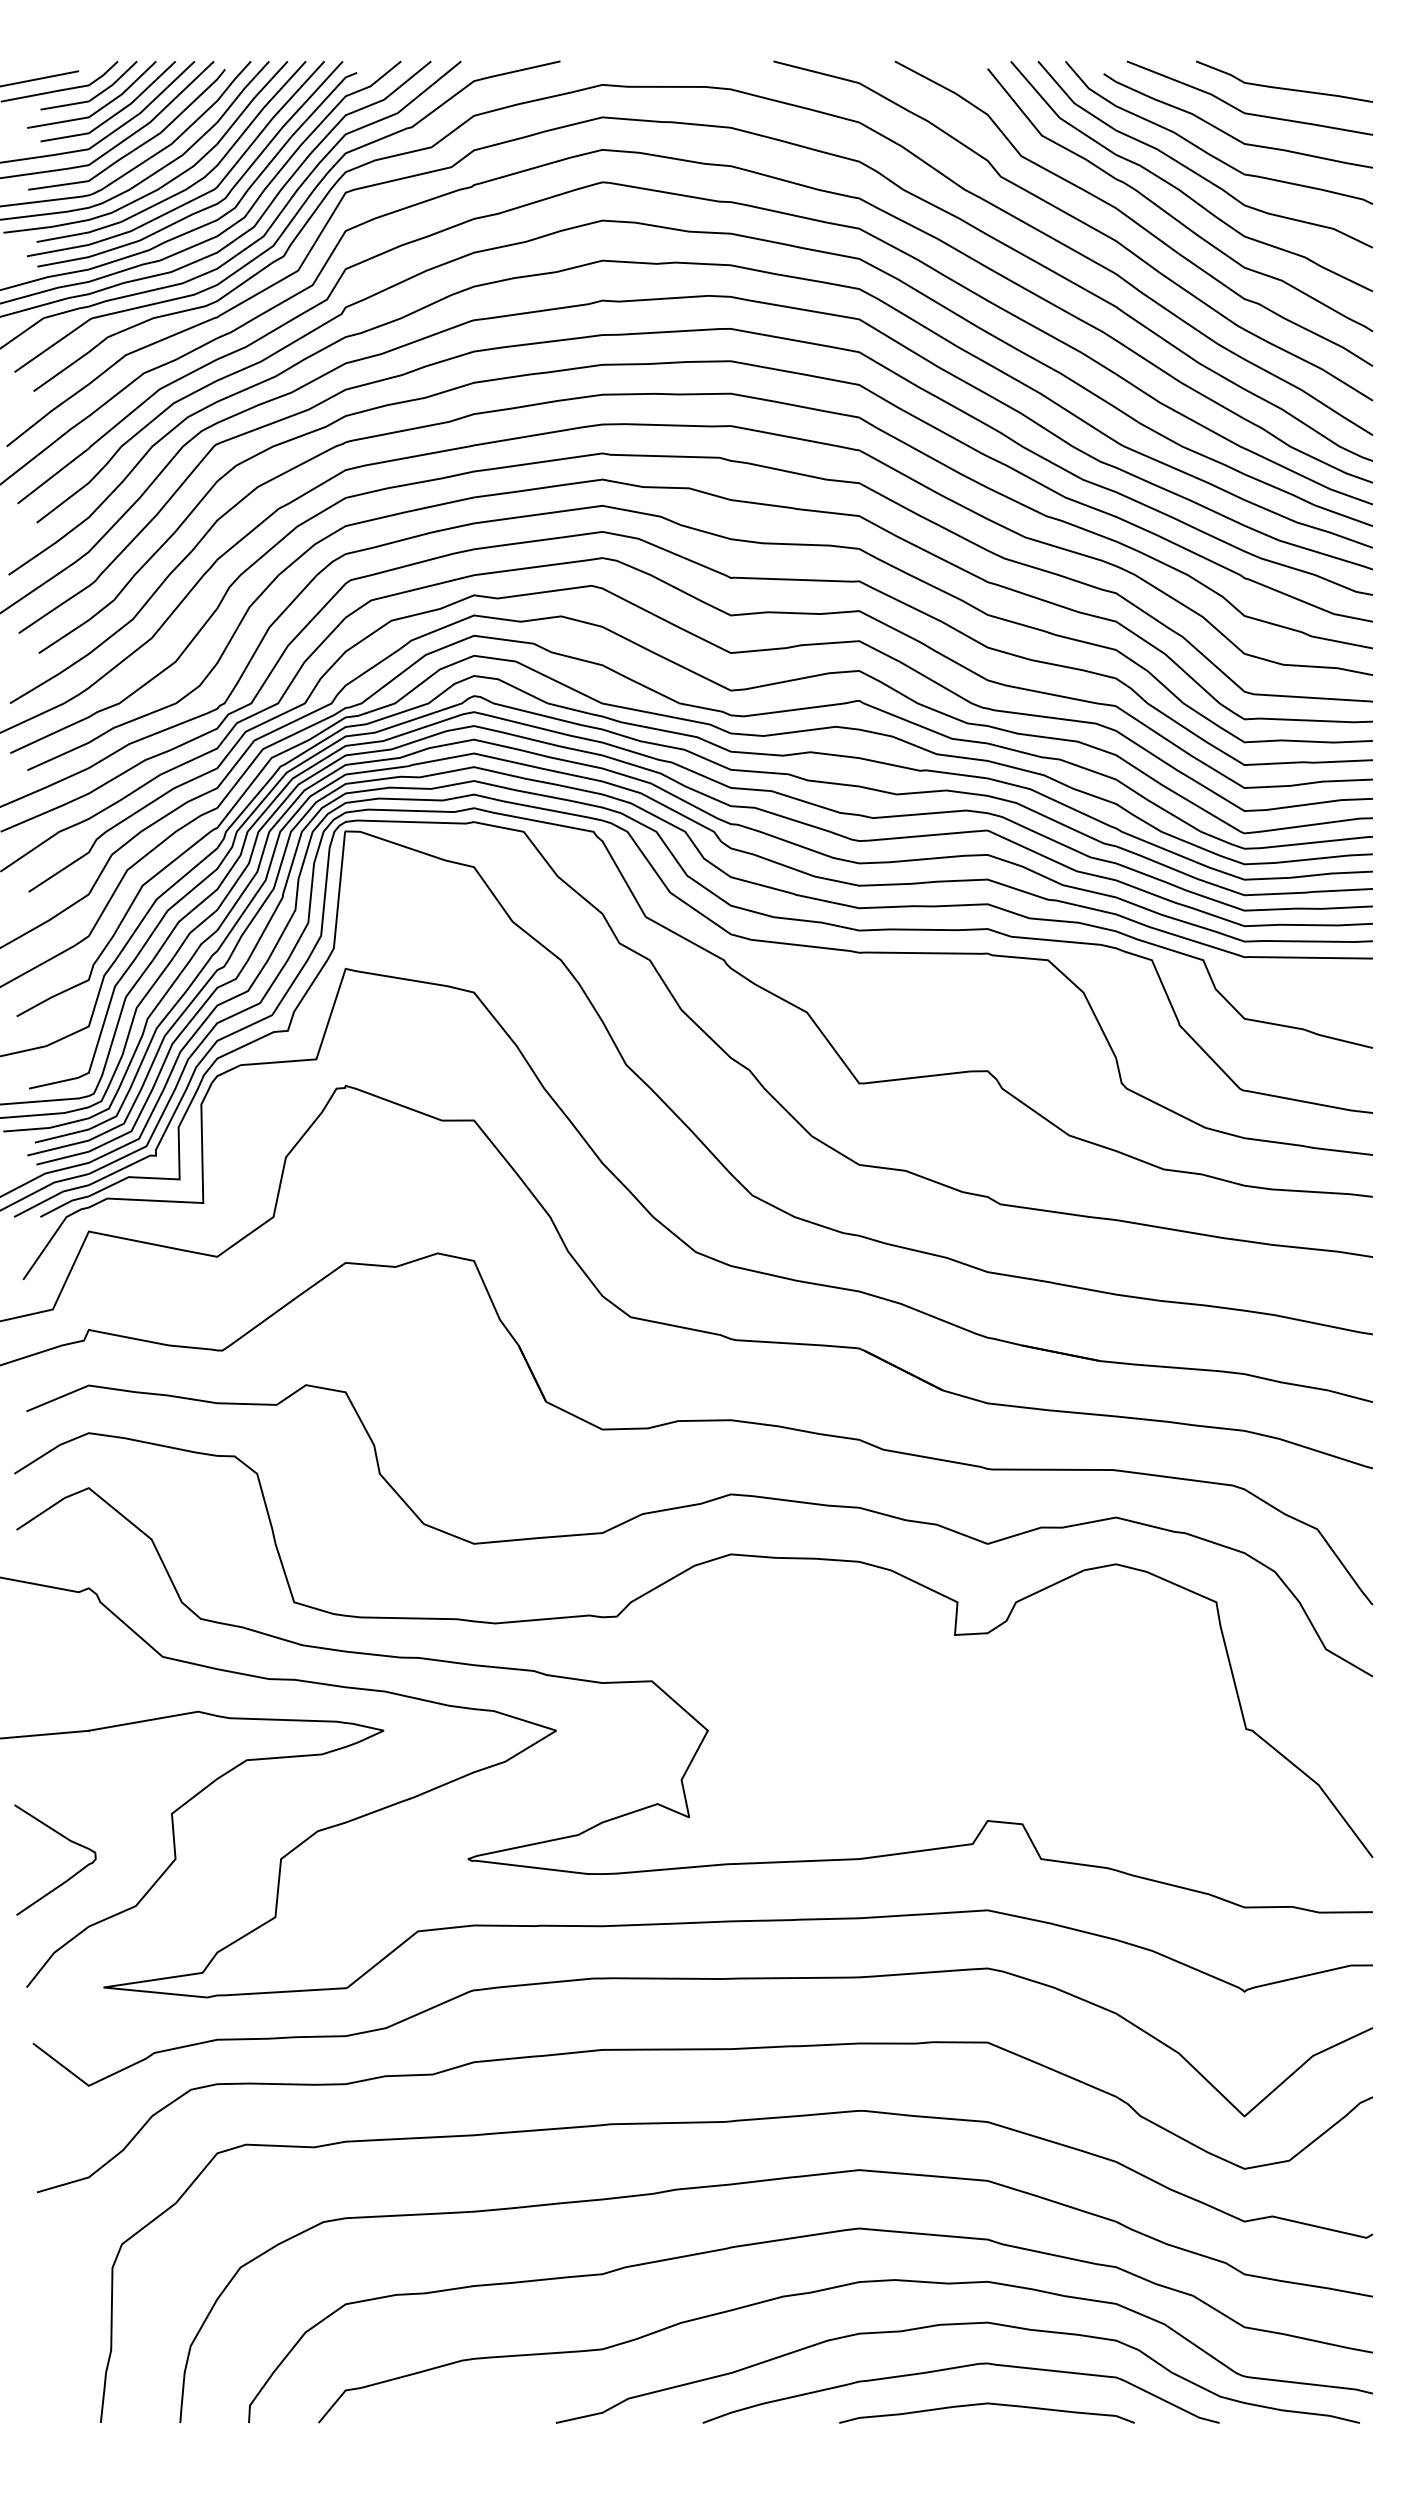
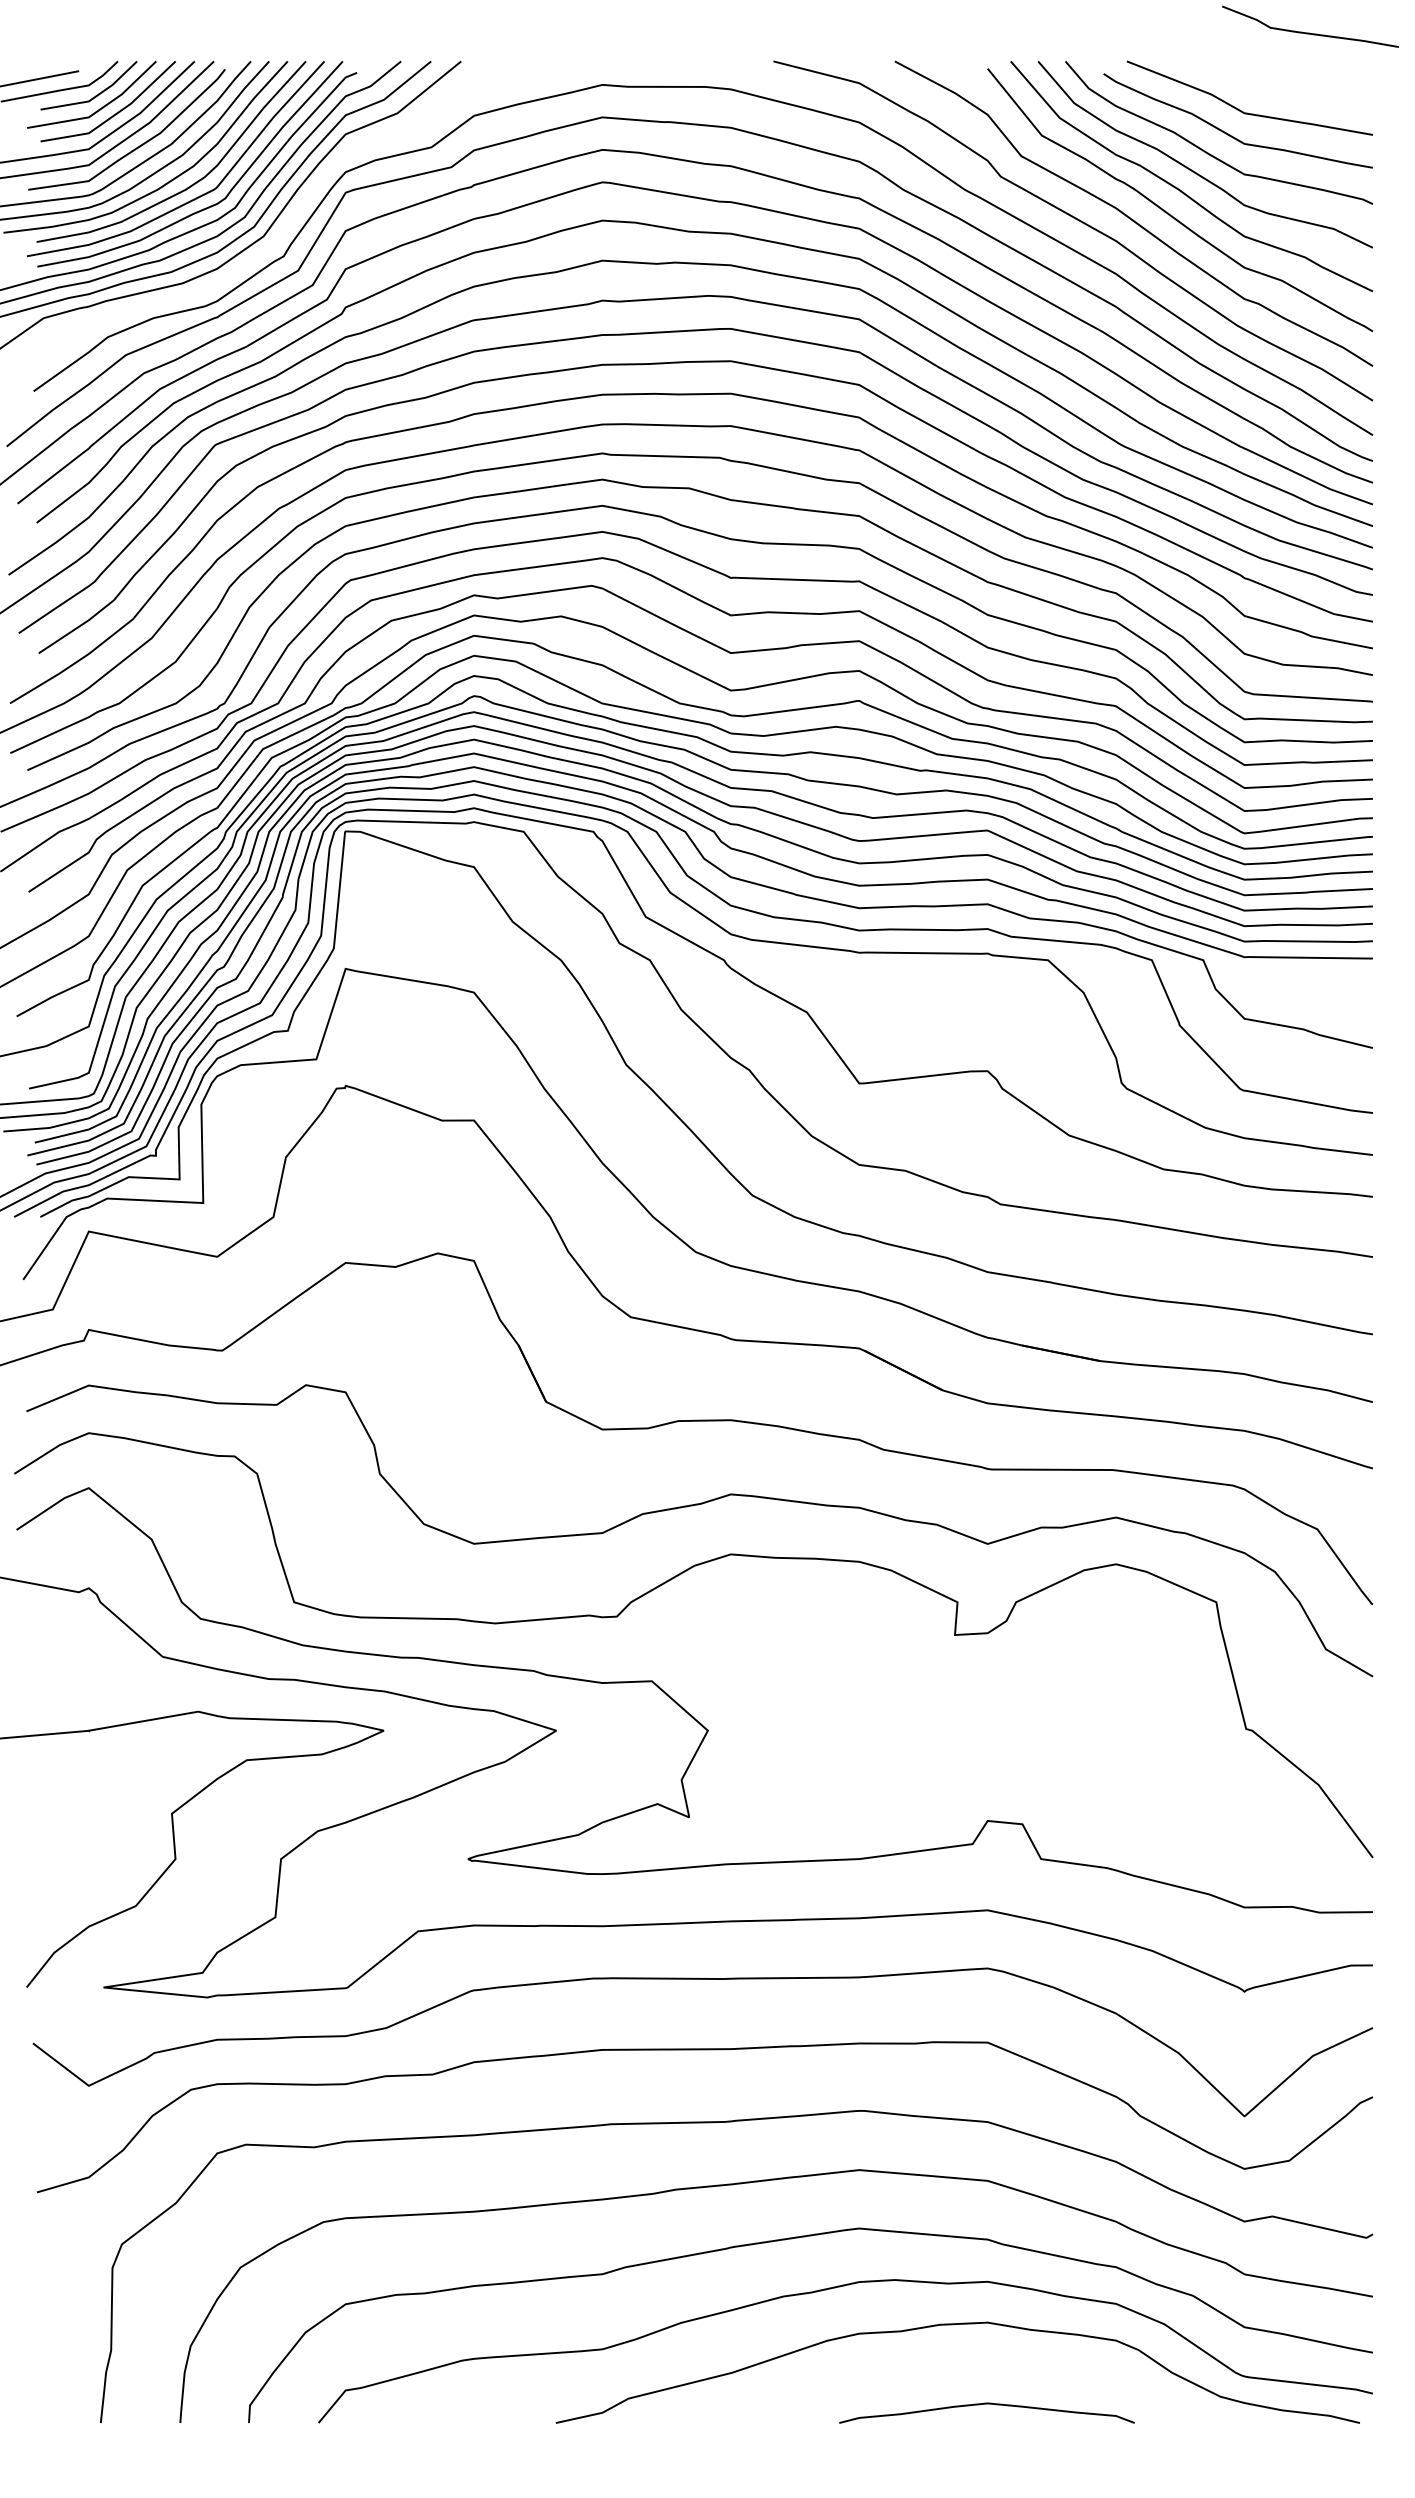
curve at (1283, 87) position: (1283, 87) -> (1309, 32)
curve at (291, 219): present -> none
curve at (69, 1841): present -> none
curve at (958, 2368): present -> none
